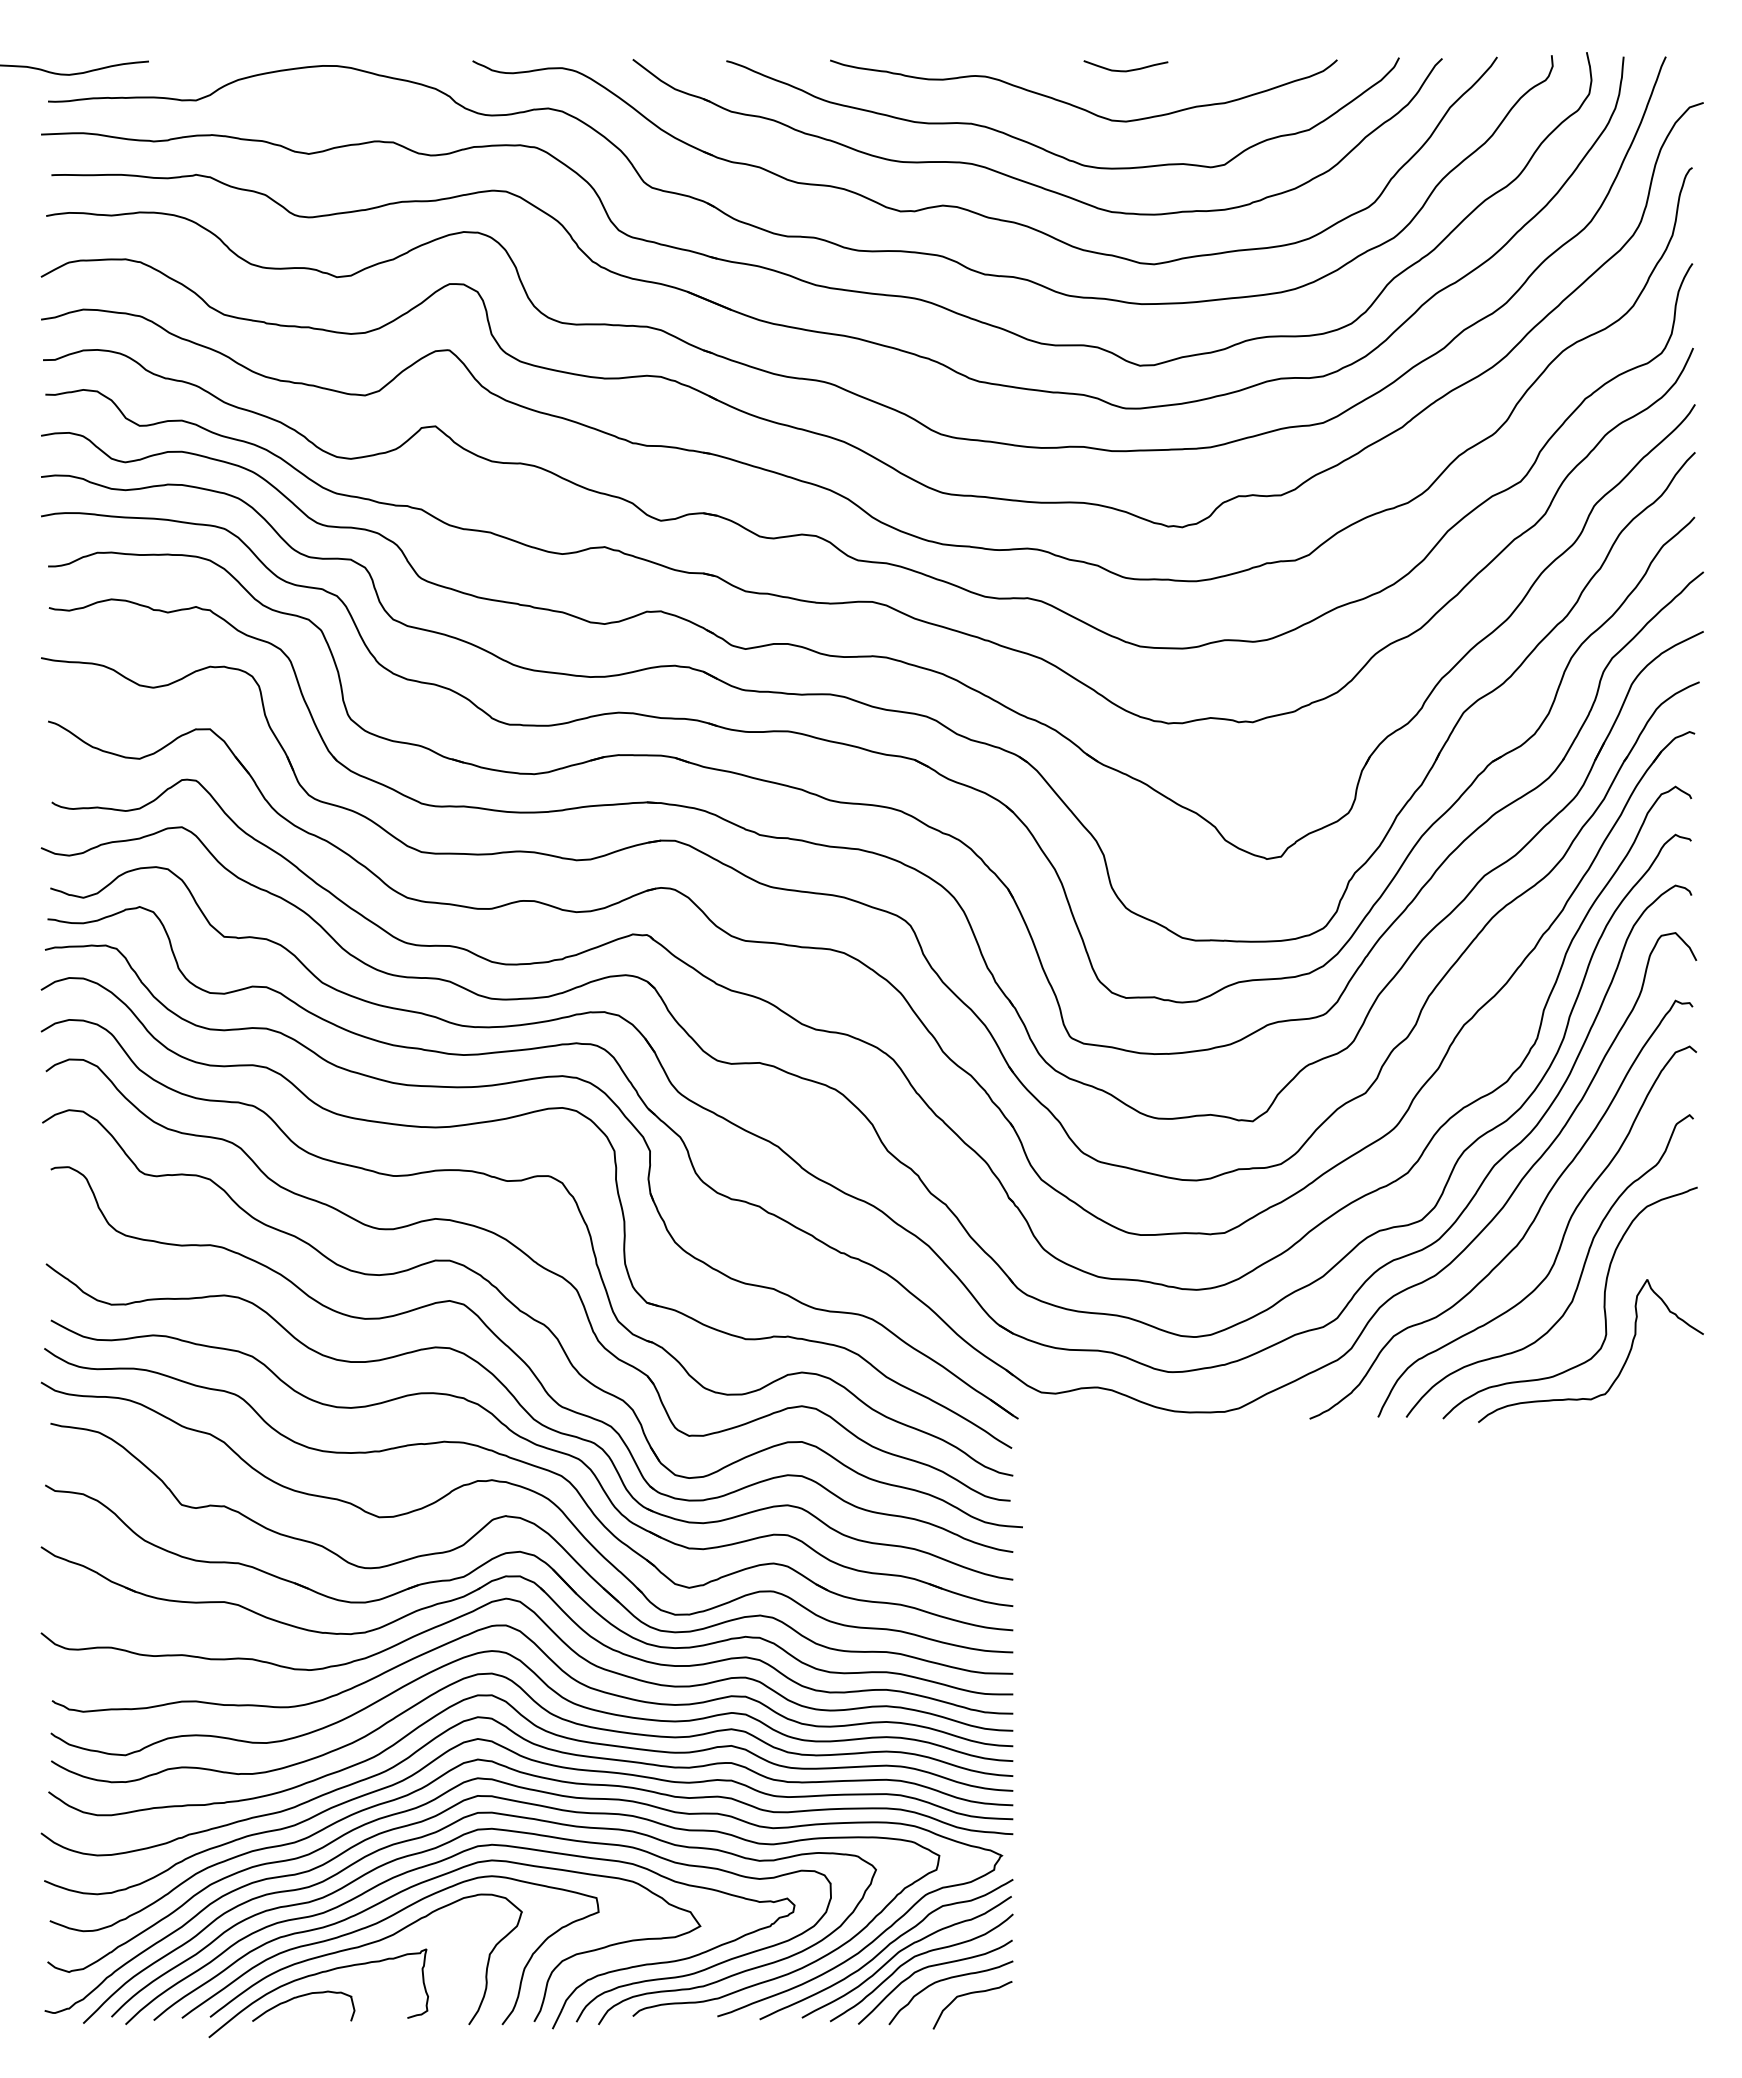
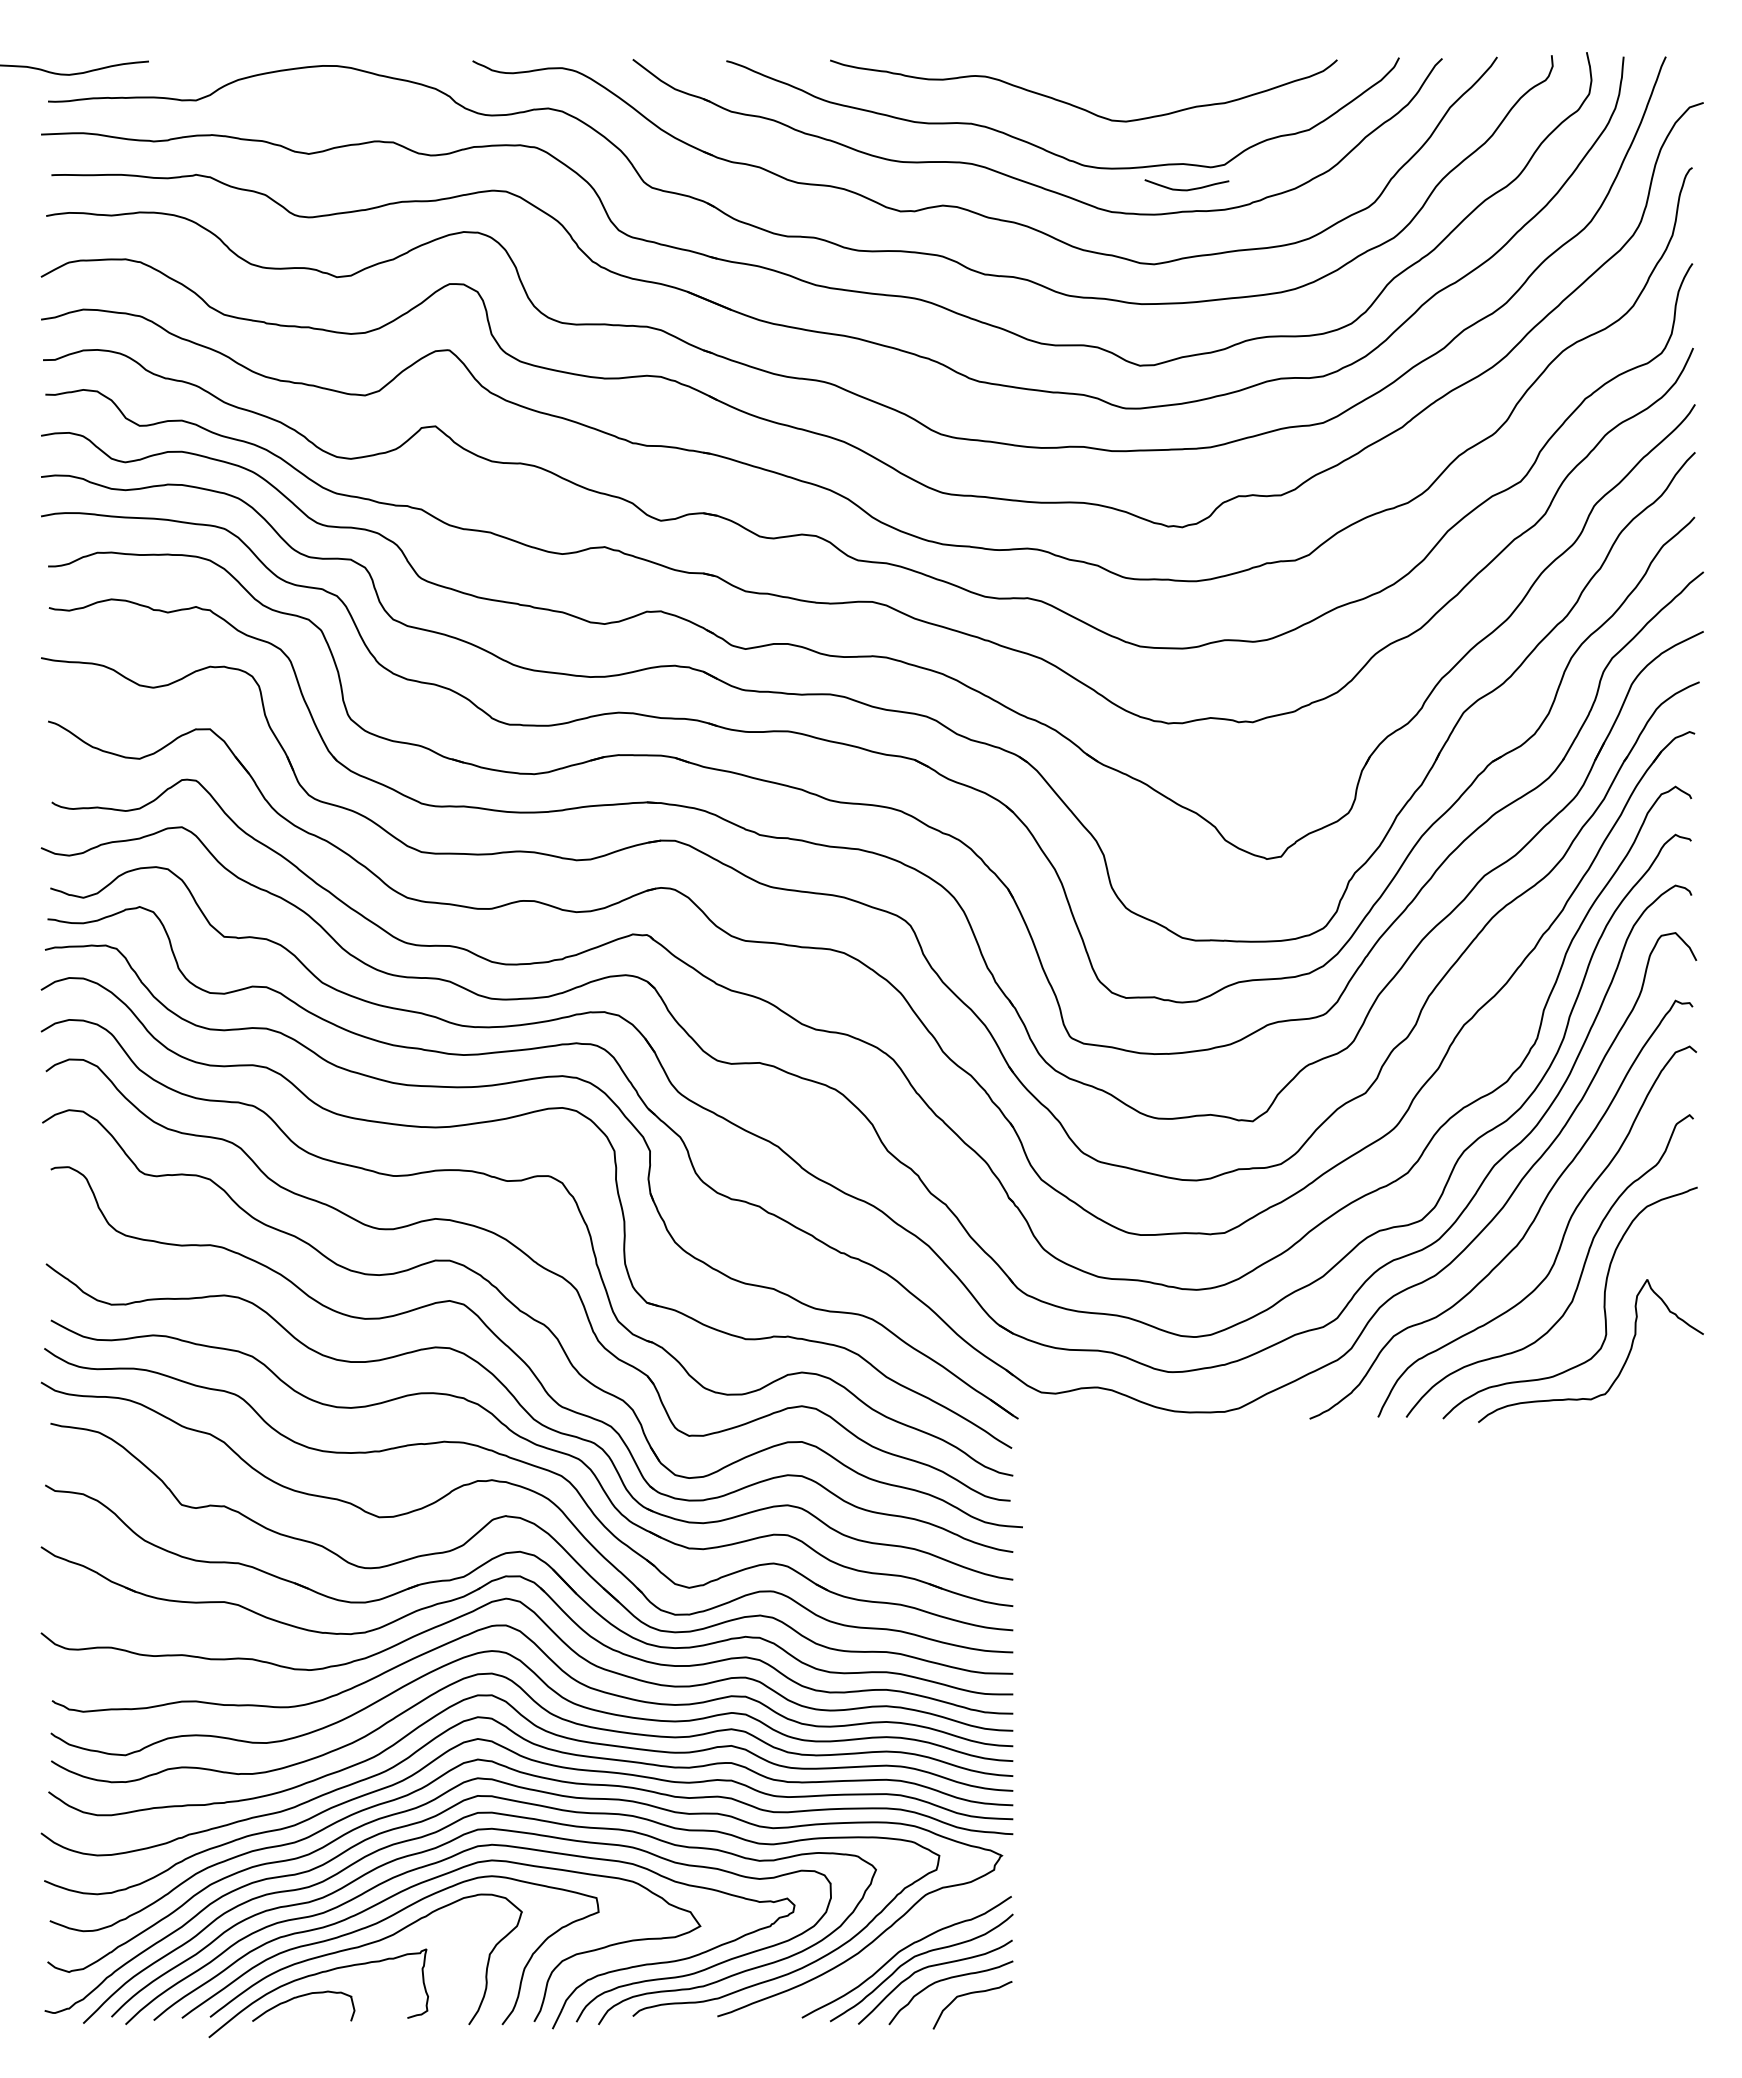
curve at (1125, 70) position: (1125, 70) -> (1186, 189)
curve at (886, 1948): present -> none
